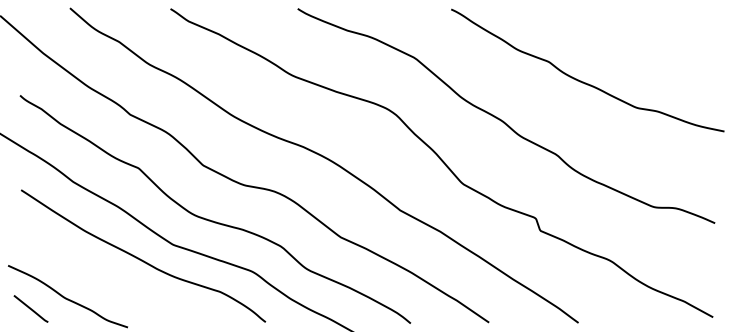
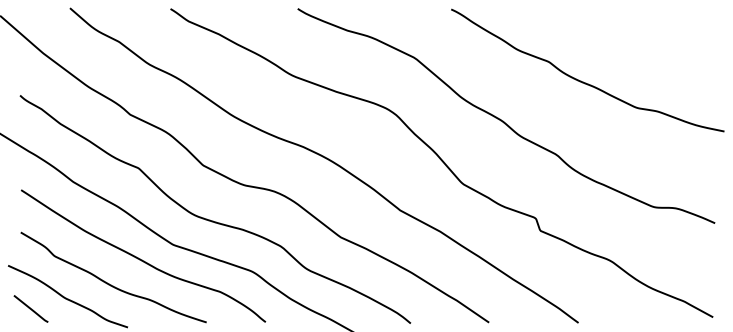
curve at (109, 283): none -> present
